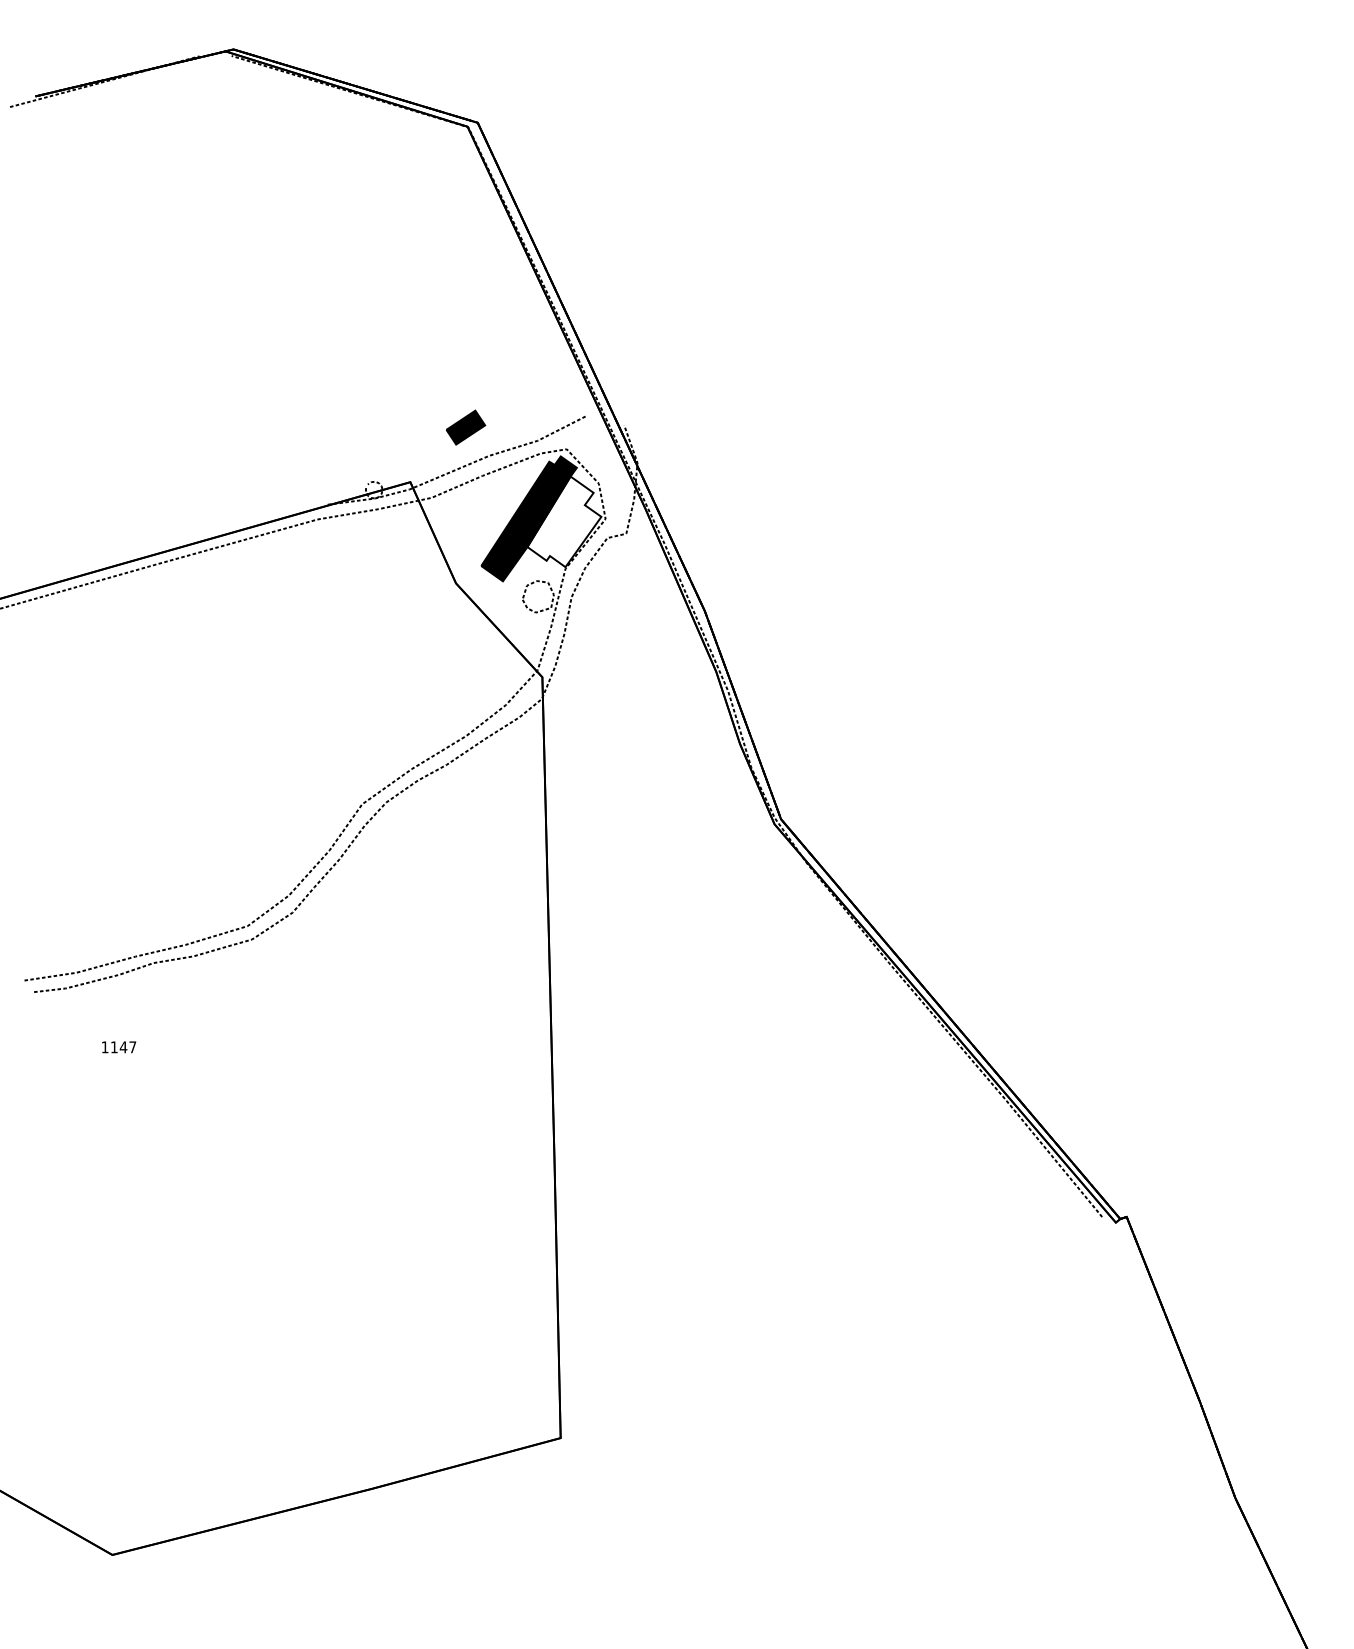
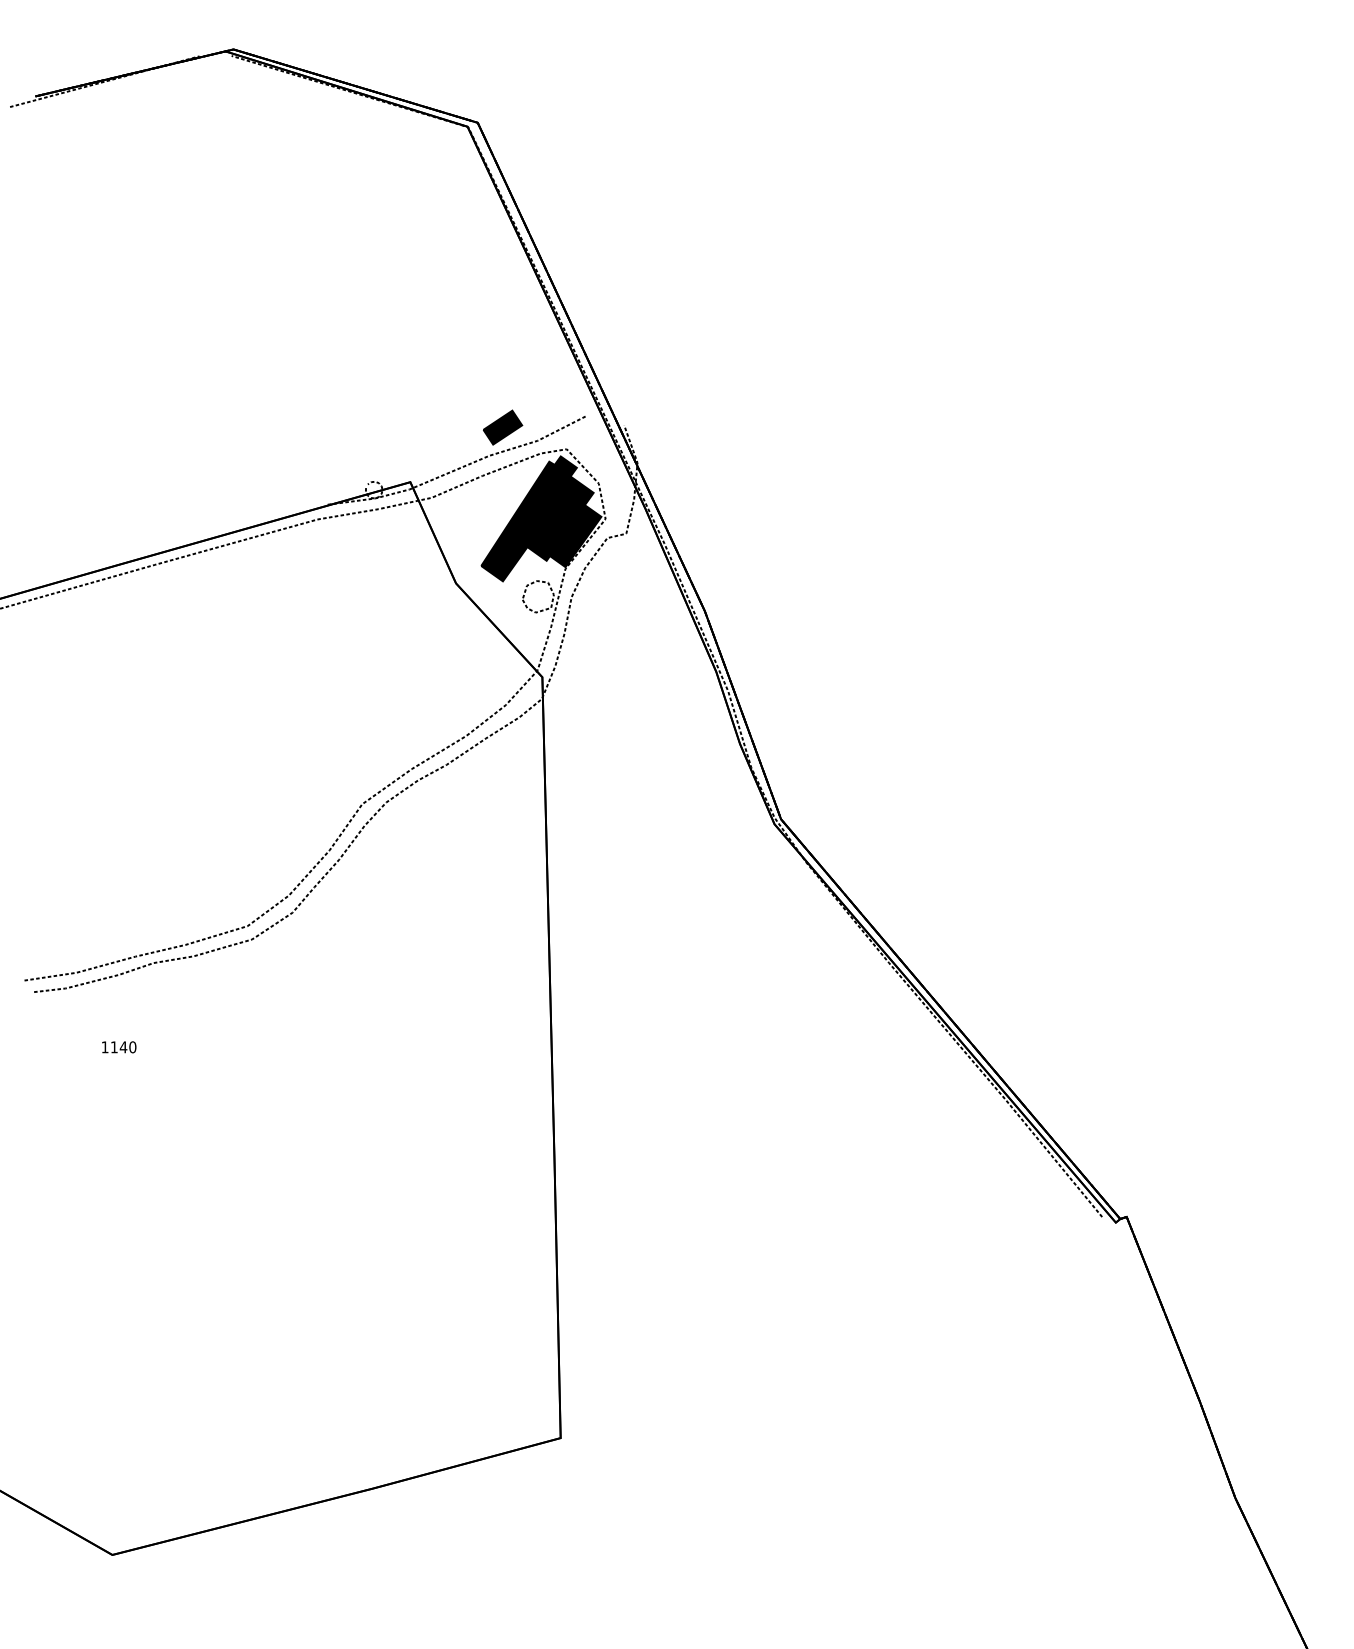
part at (466, 427) position: (466, 427) -> (503, 427)
fill at (564, 521): none -> present
text at (132, 1047): 1147 -> 1140
